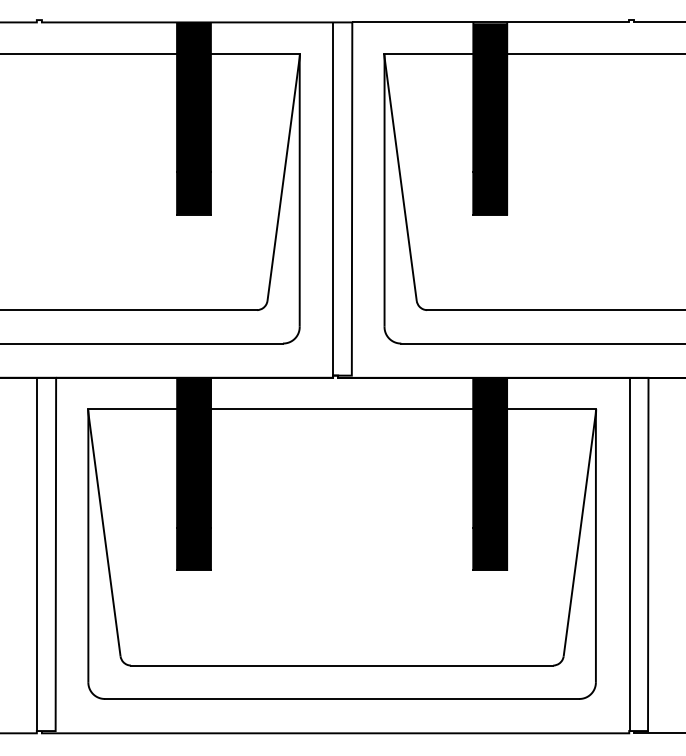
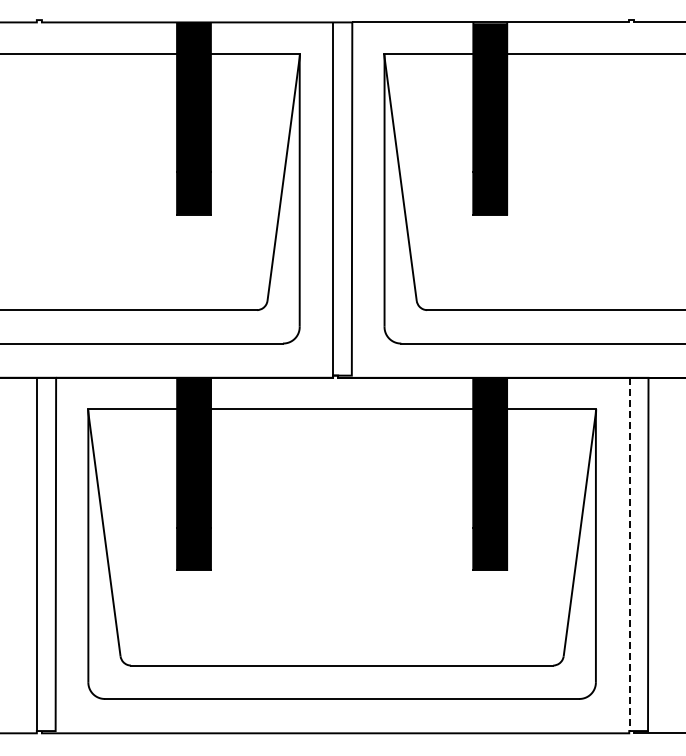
line at (629, 554): solid -> dashed
